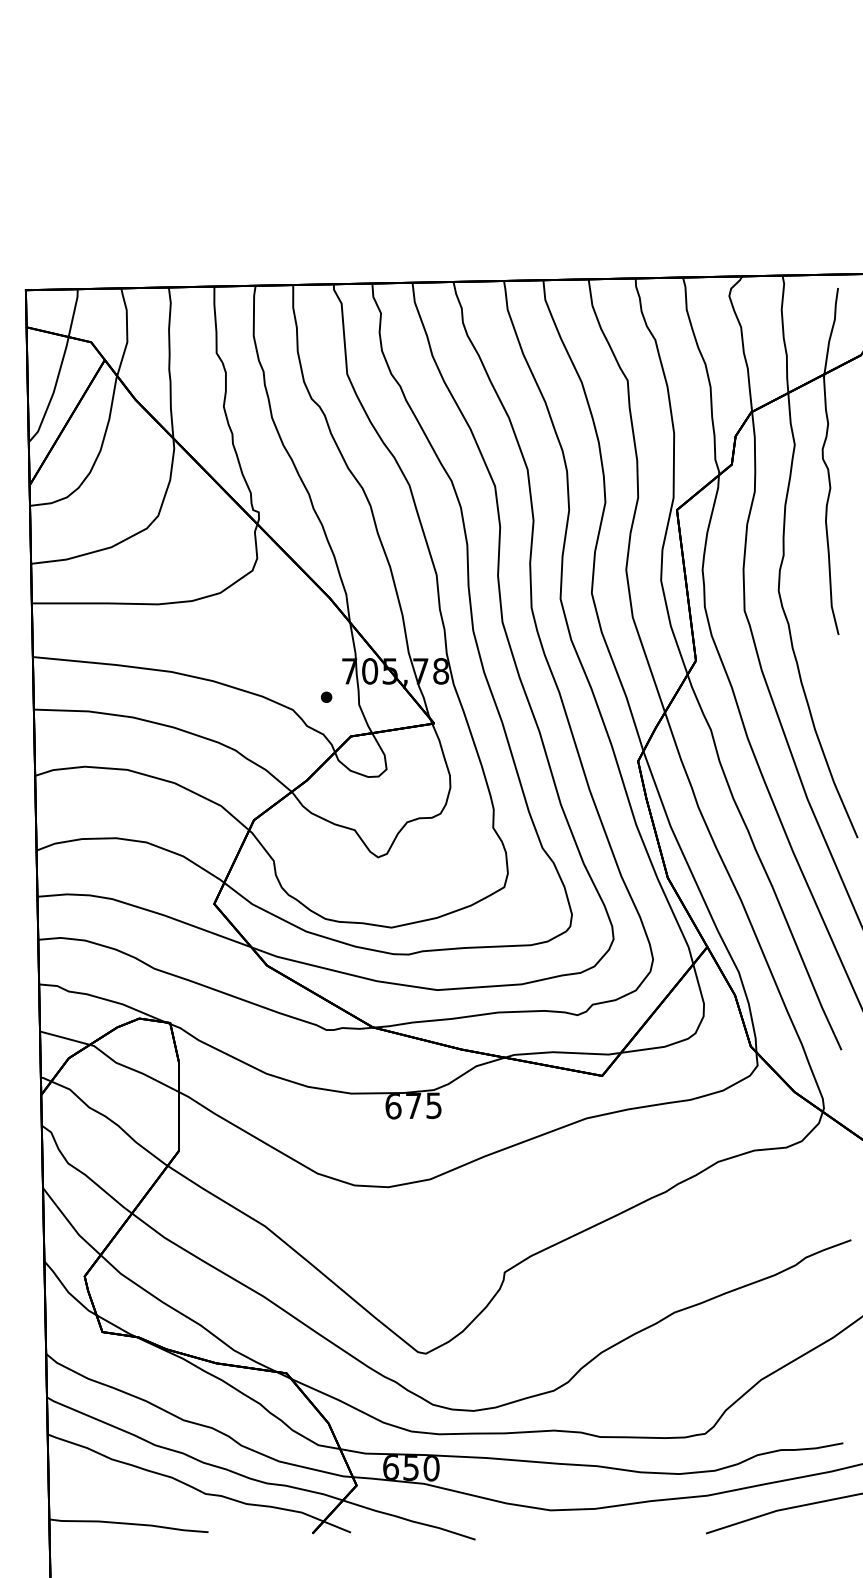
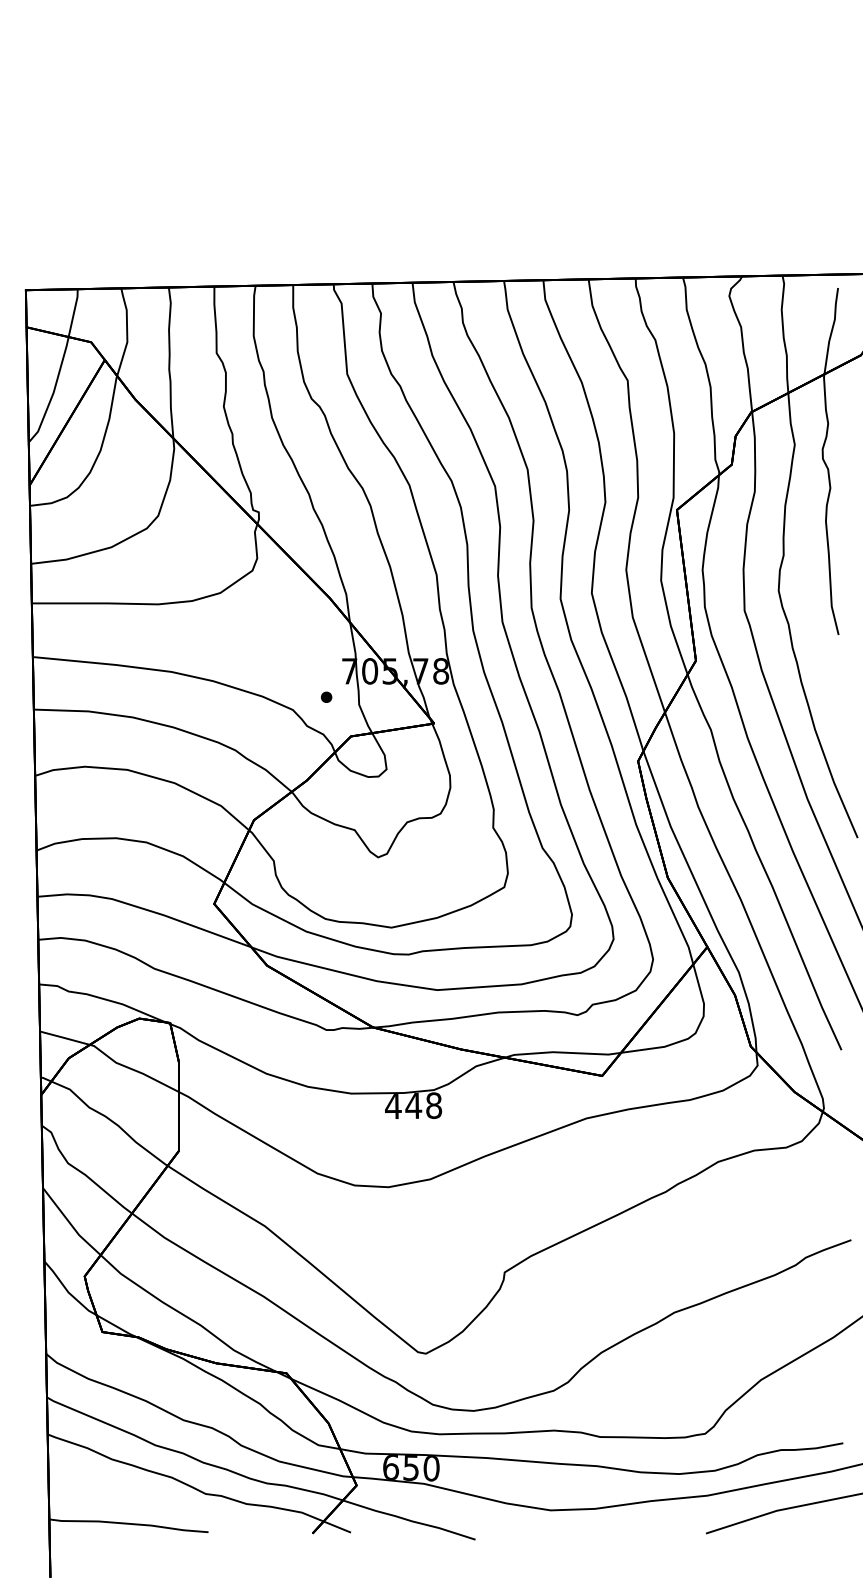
text at (413, 1105): 675 -> 448
